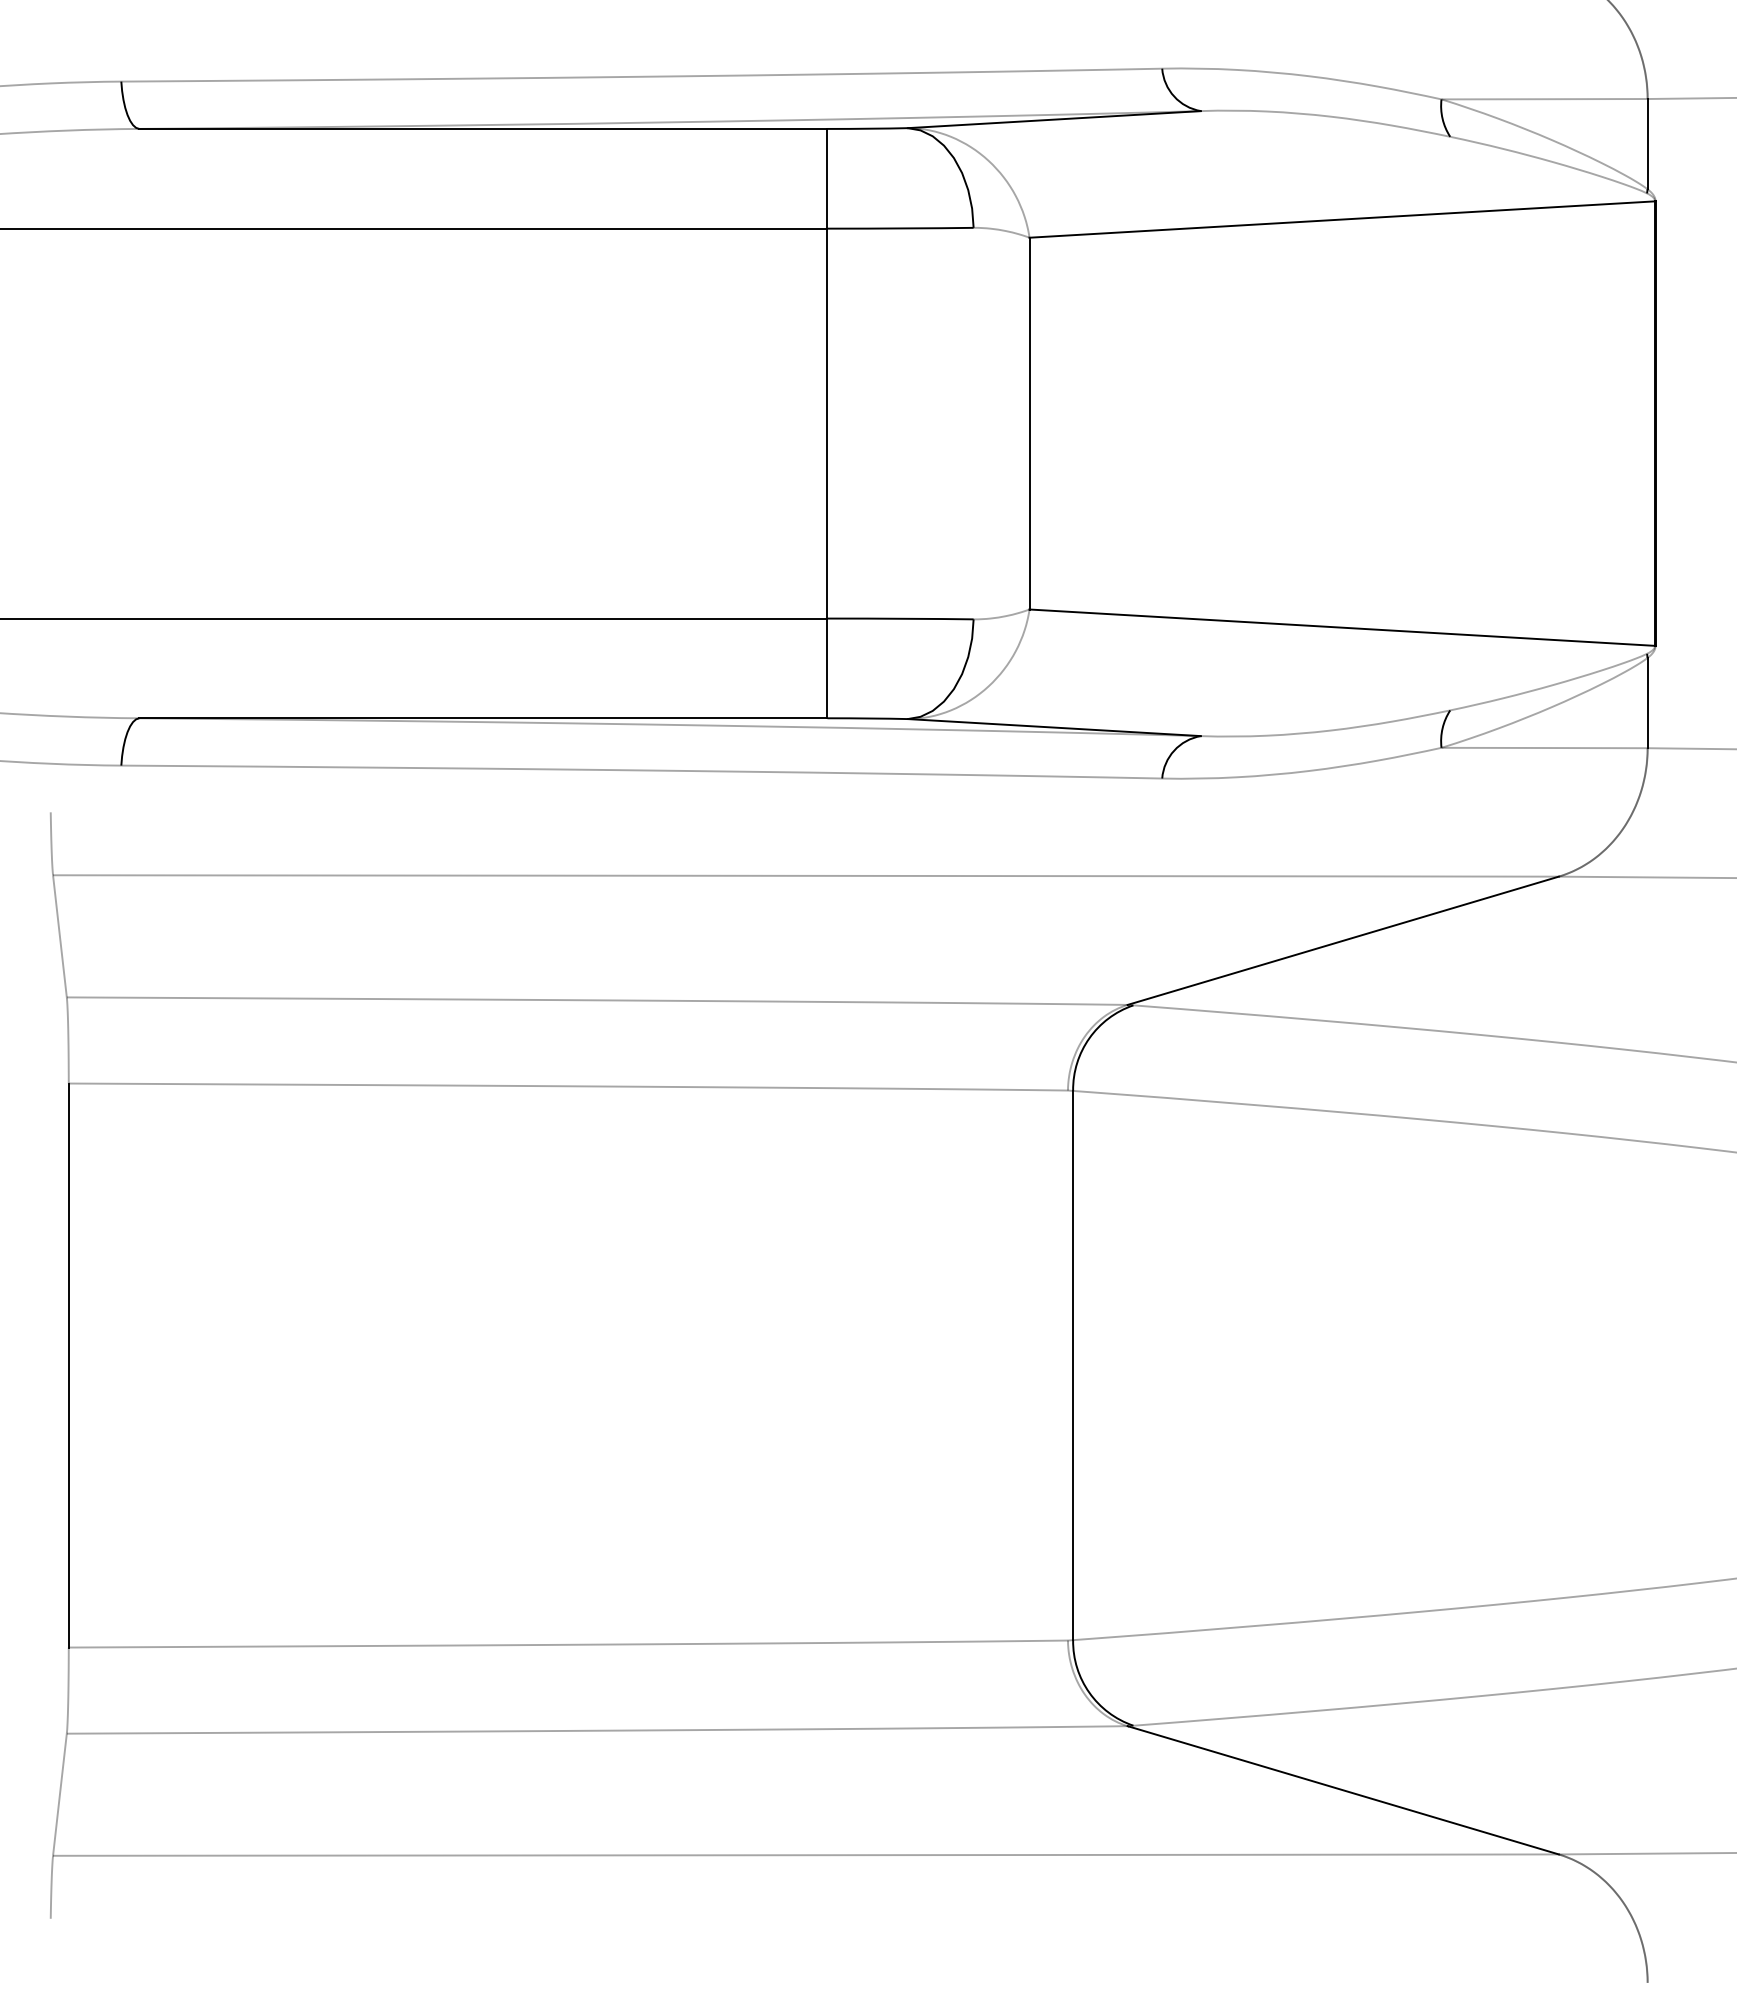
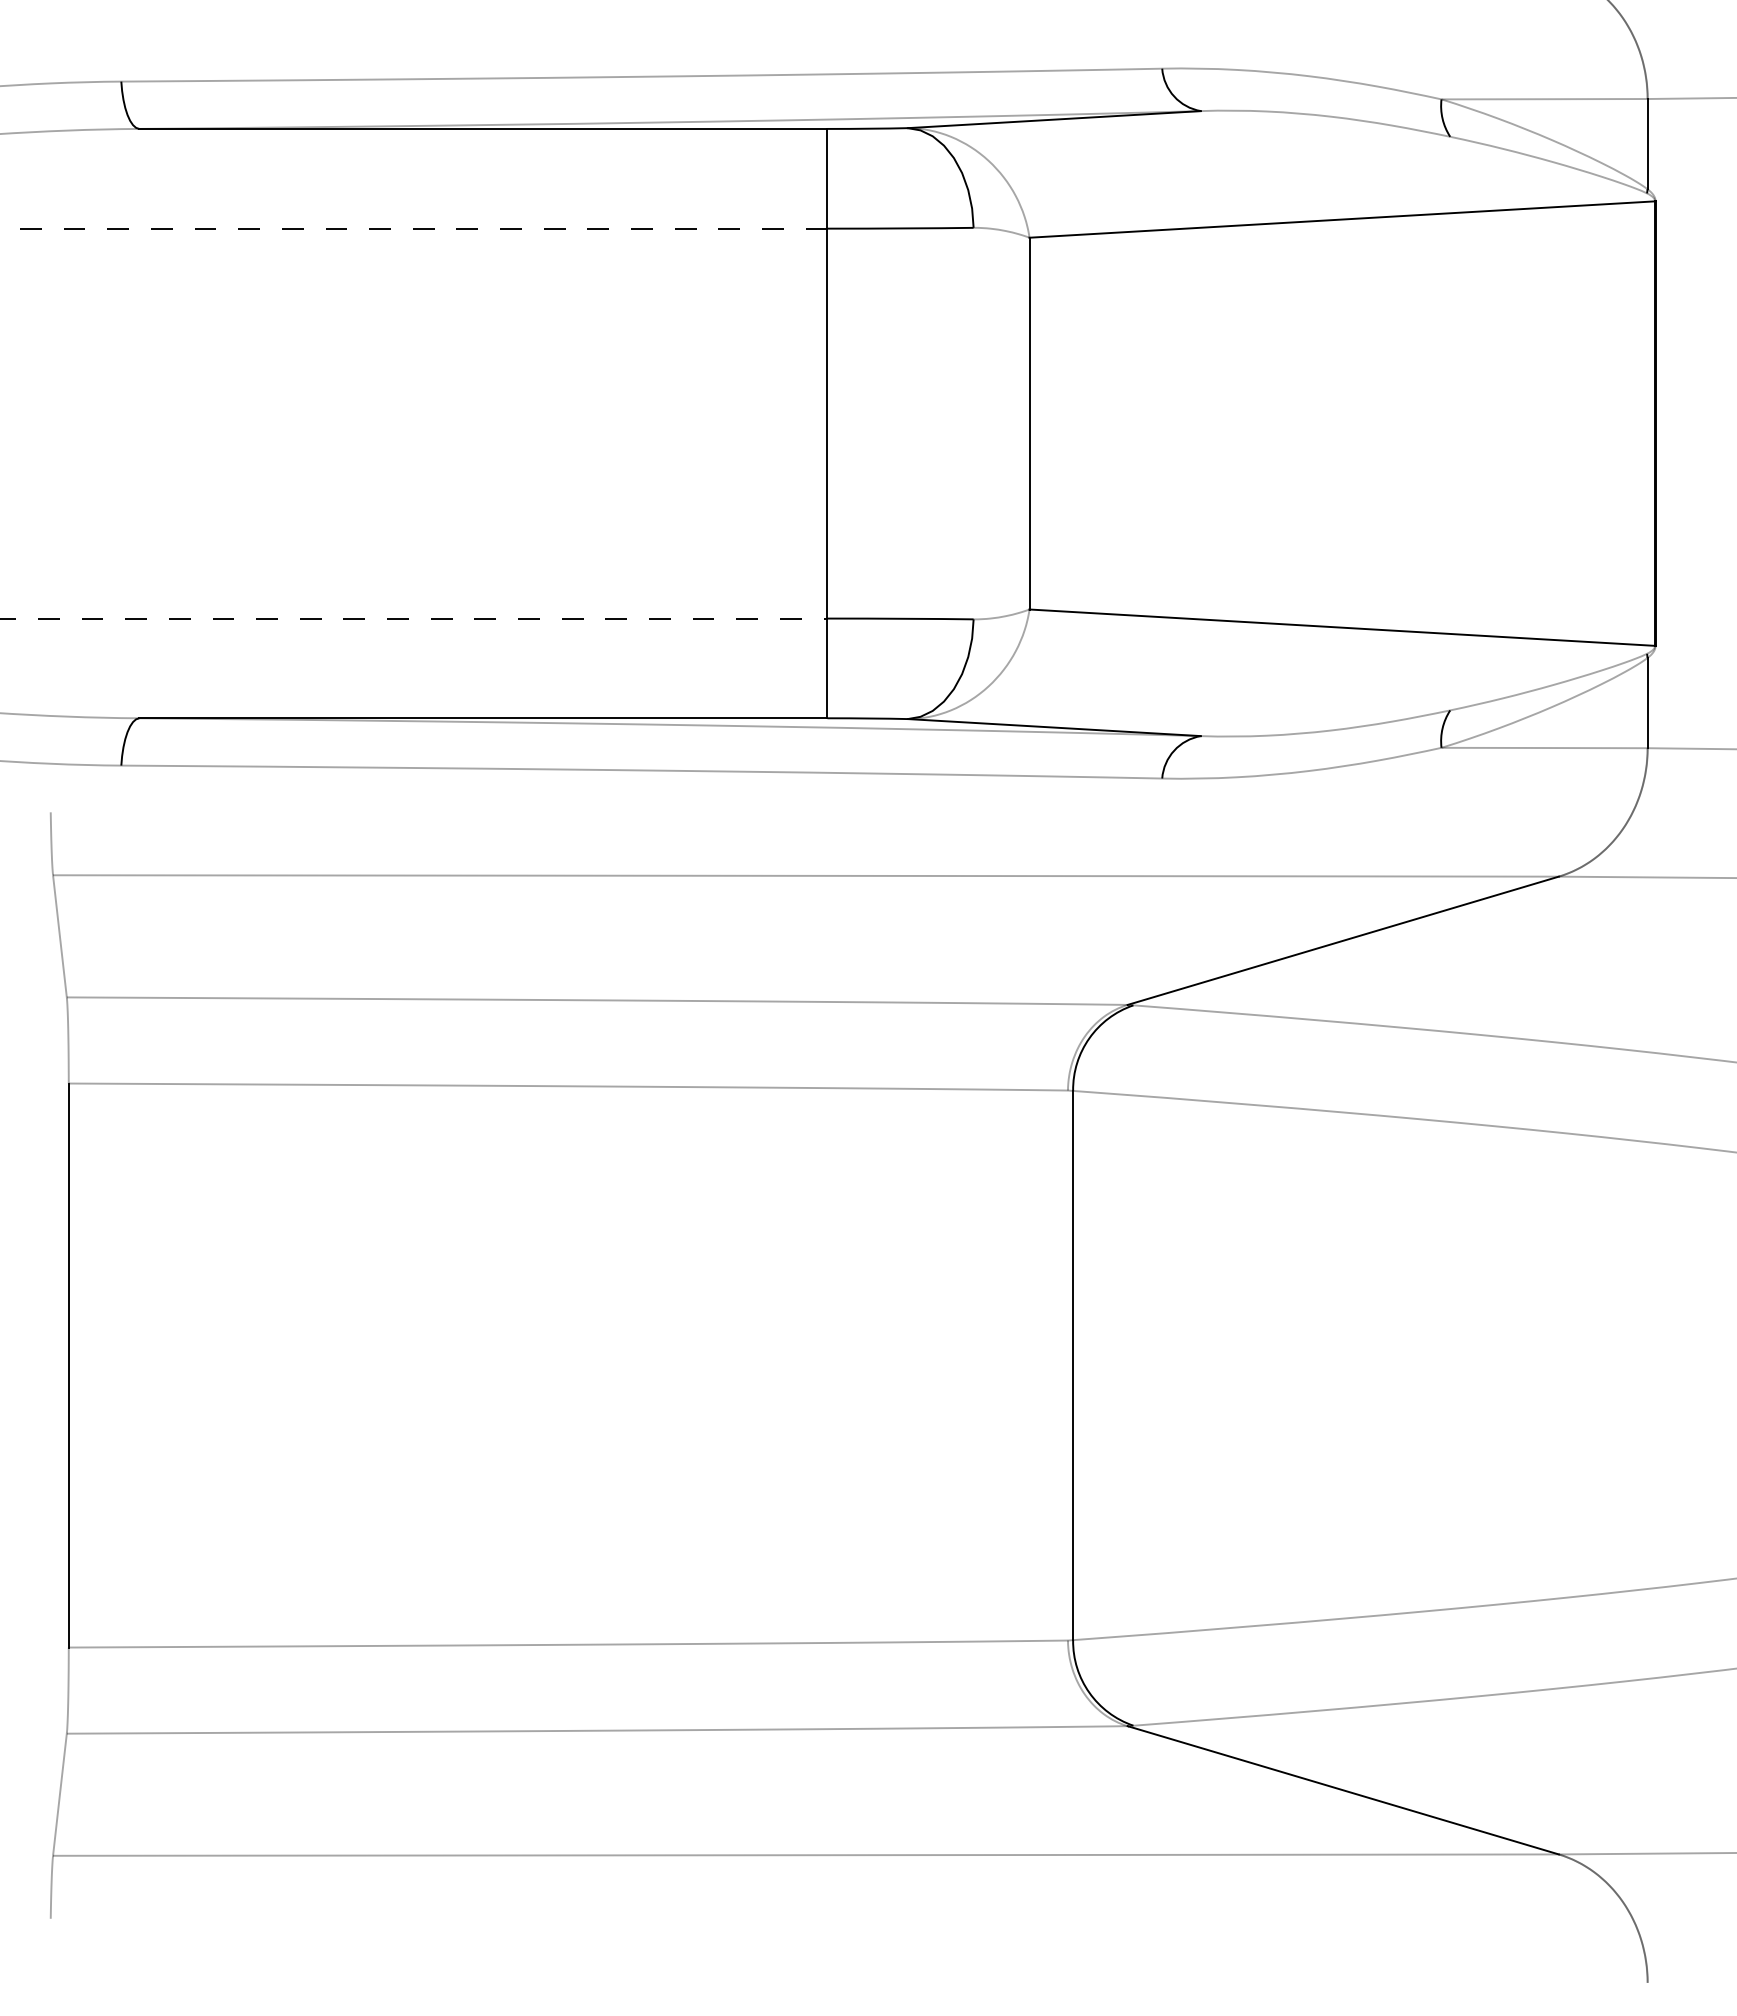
line at (413, 228): solid -> dashed
line at (414, 618): solid -> dashed
